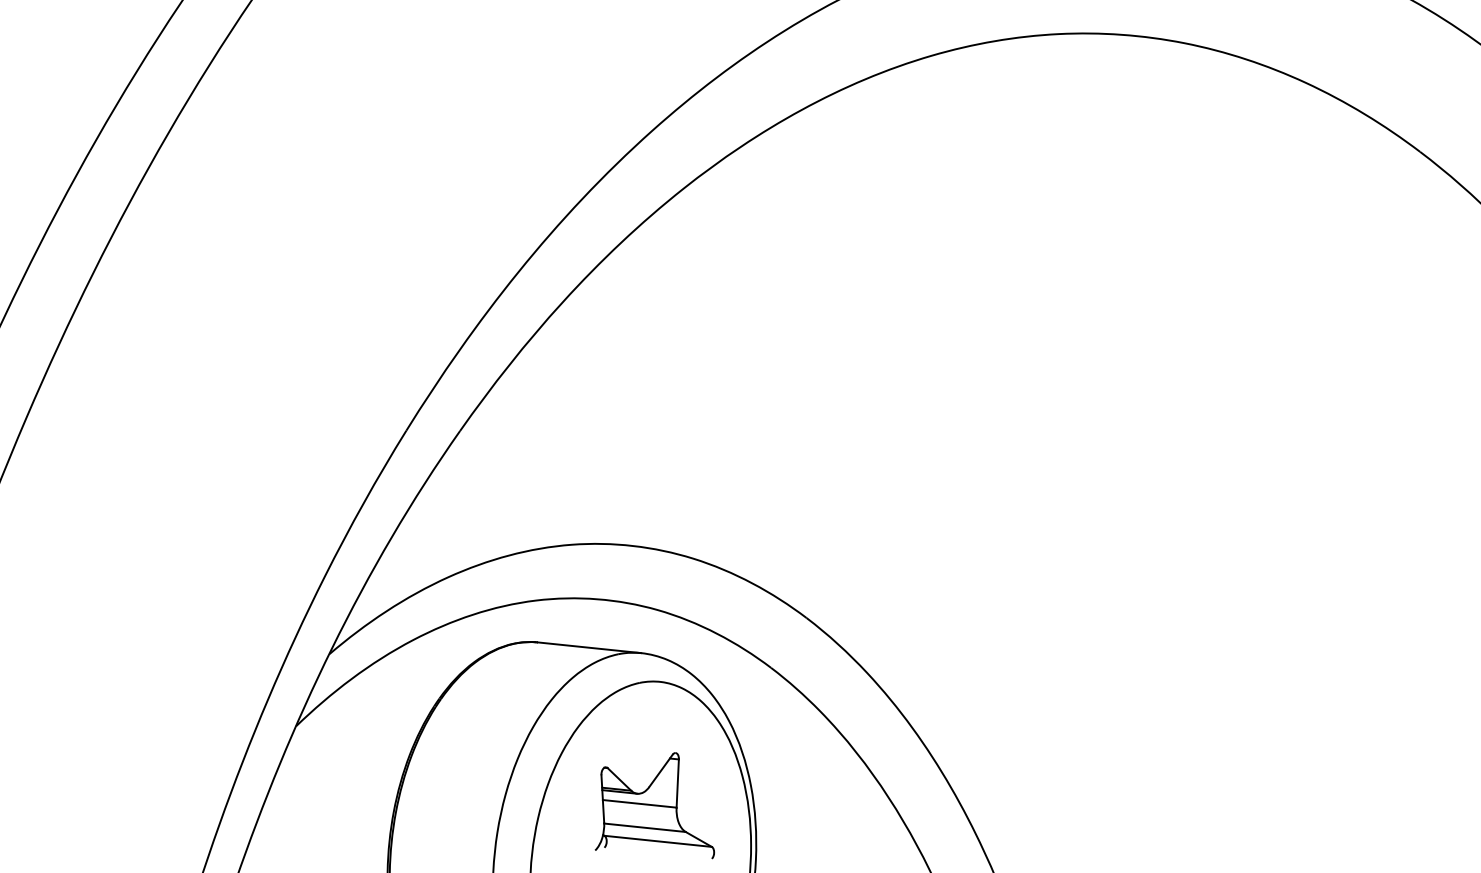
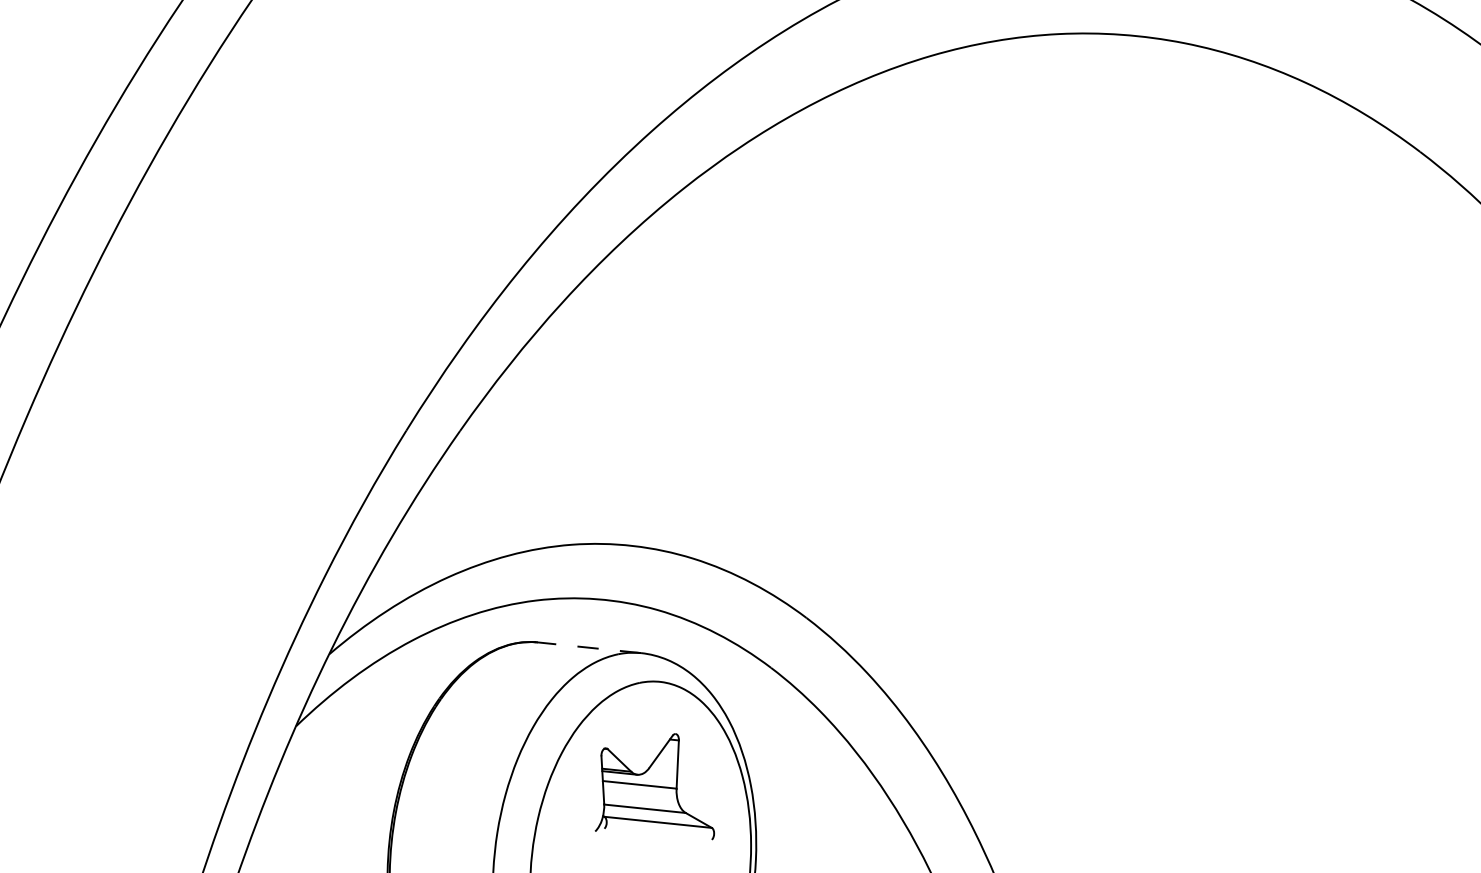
line at (589, 647): solid -> dashed
part at (654, 805) position: (654, 805) -> (654, 786)
